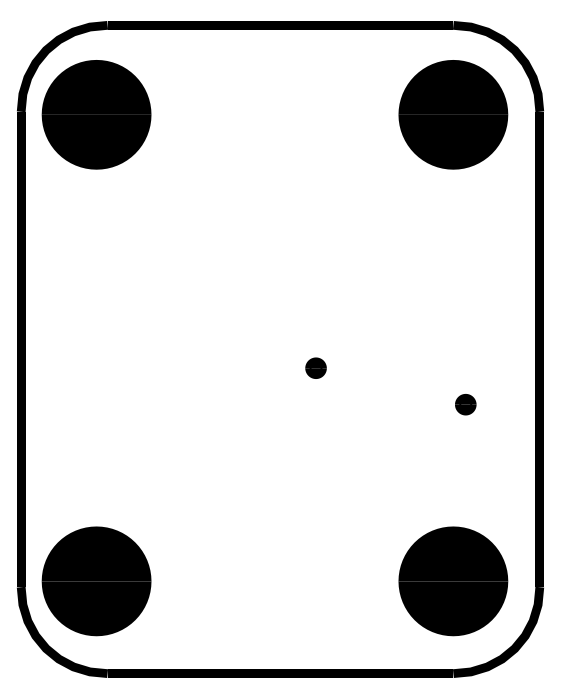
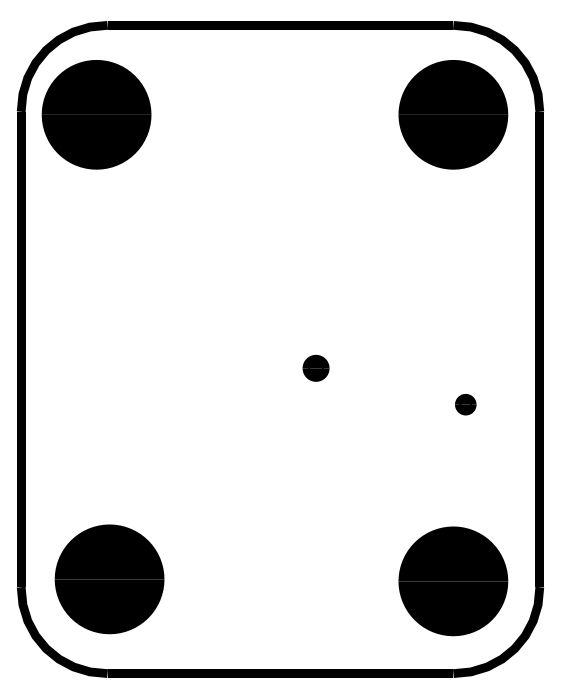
part at (315, 367) size: 22x22 px -> 28x28 px
part at (96, 581) position: (96, 581) -> (109, 579)
